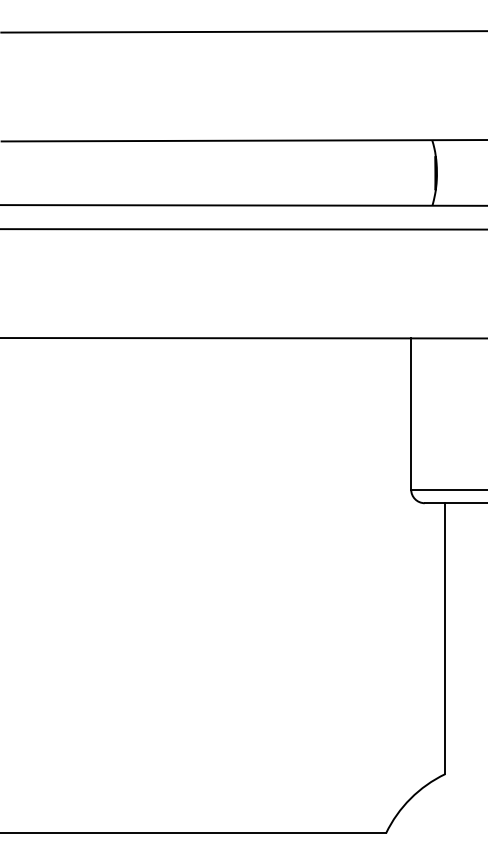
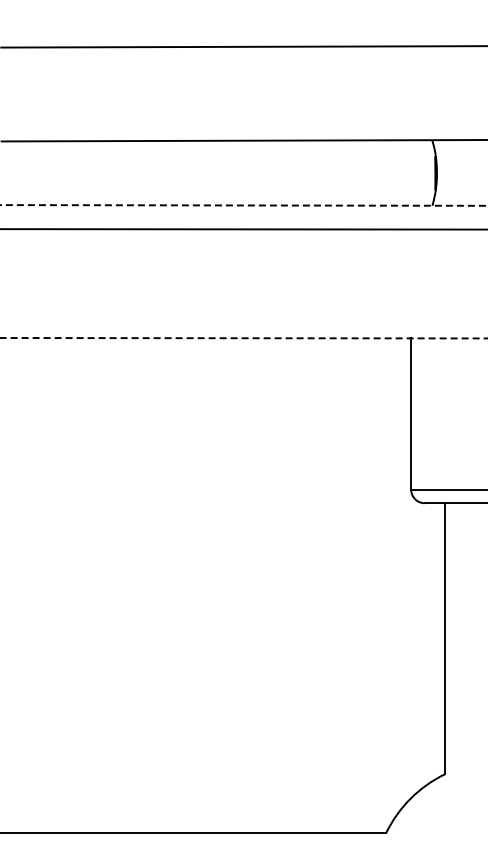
line at (243, 31) position: (243, 31) -> (243, 46)
line at (243, 205): solid -> dashed
line at (244, 338): solid -> dashed
